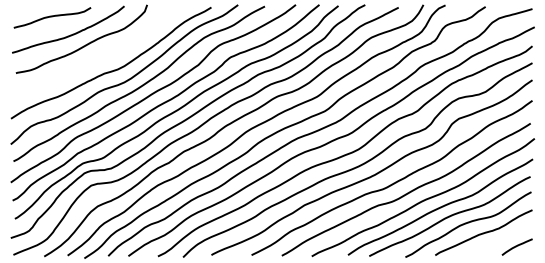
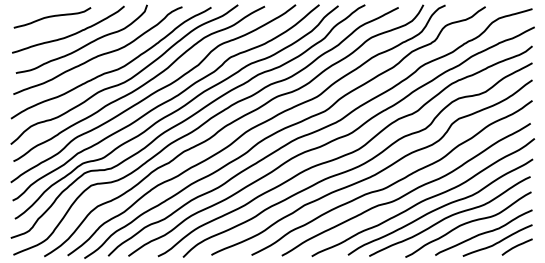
curve at (99, 54): none -> present
curve at (497, 241): none -> present
